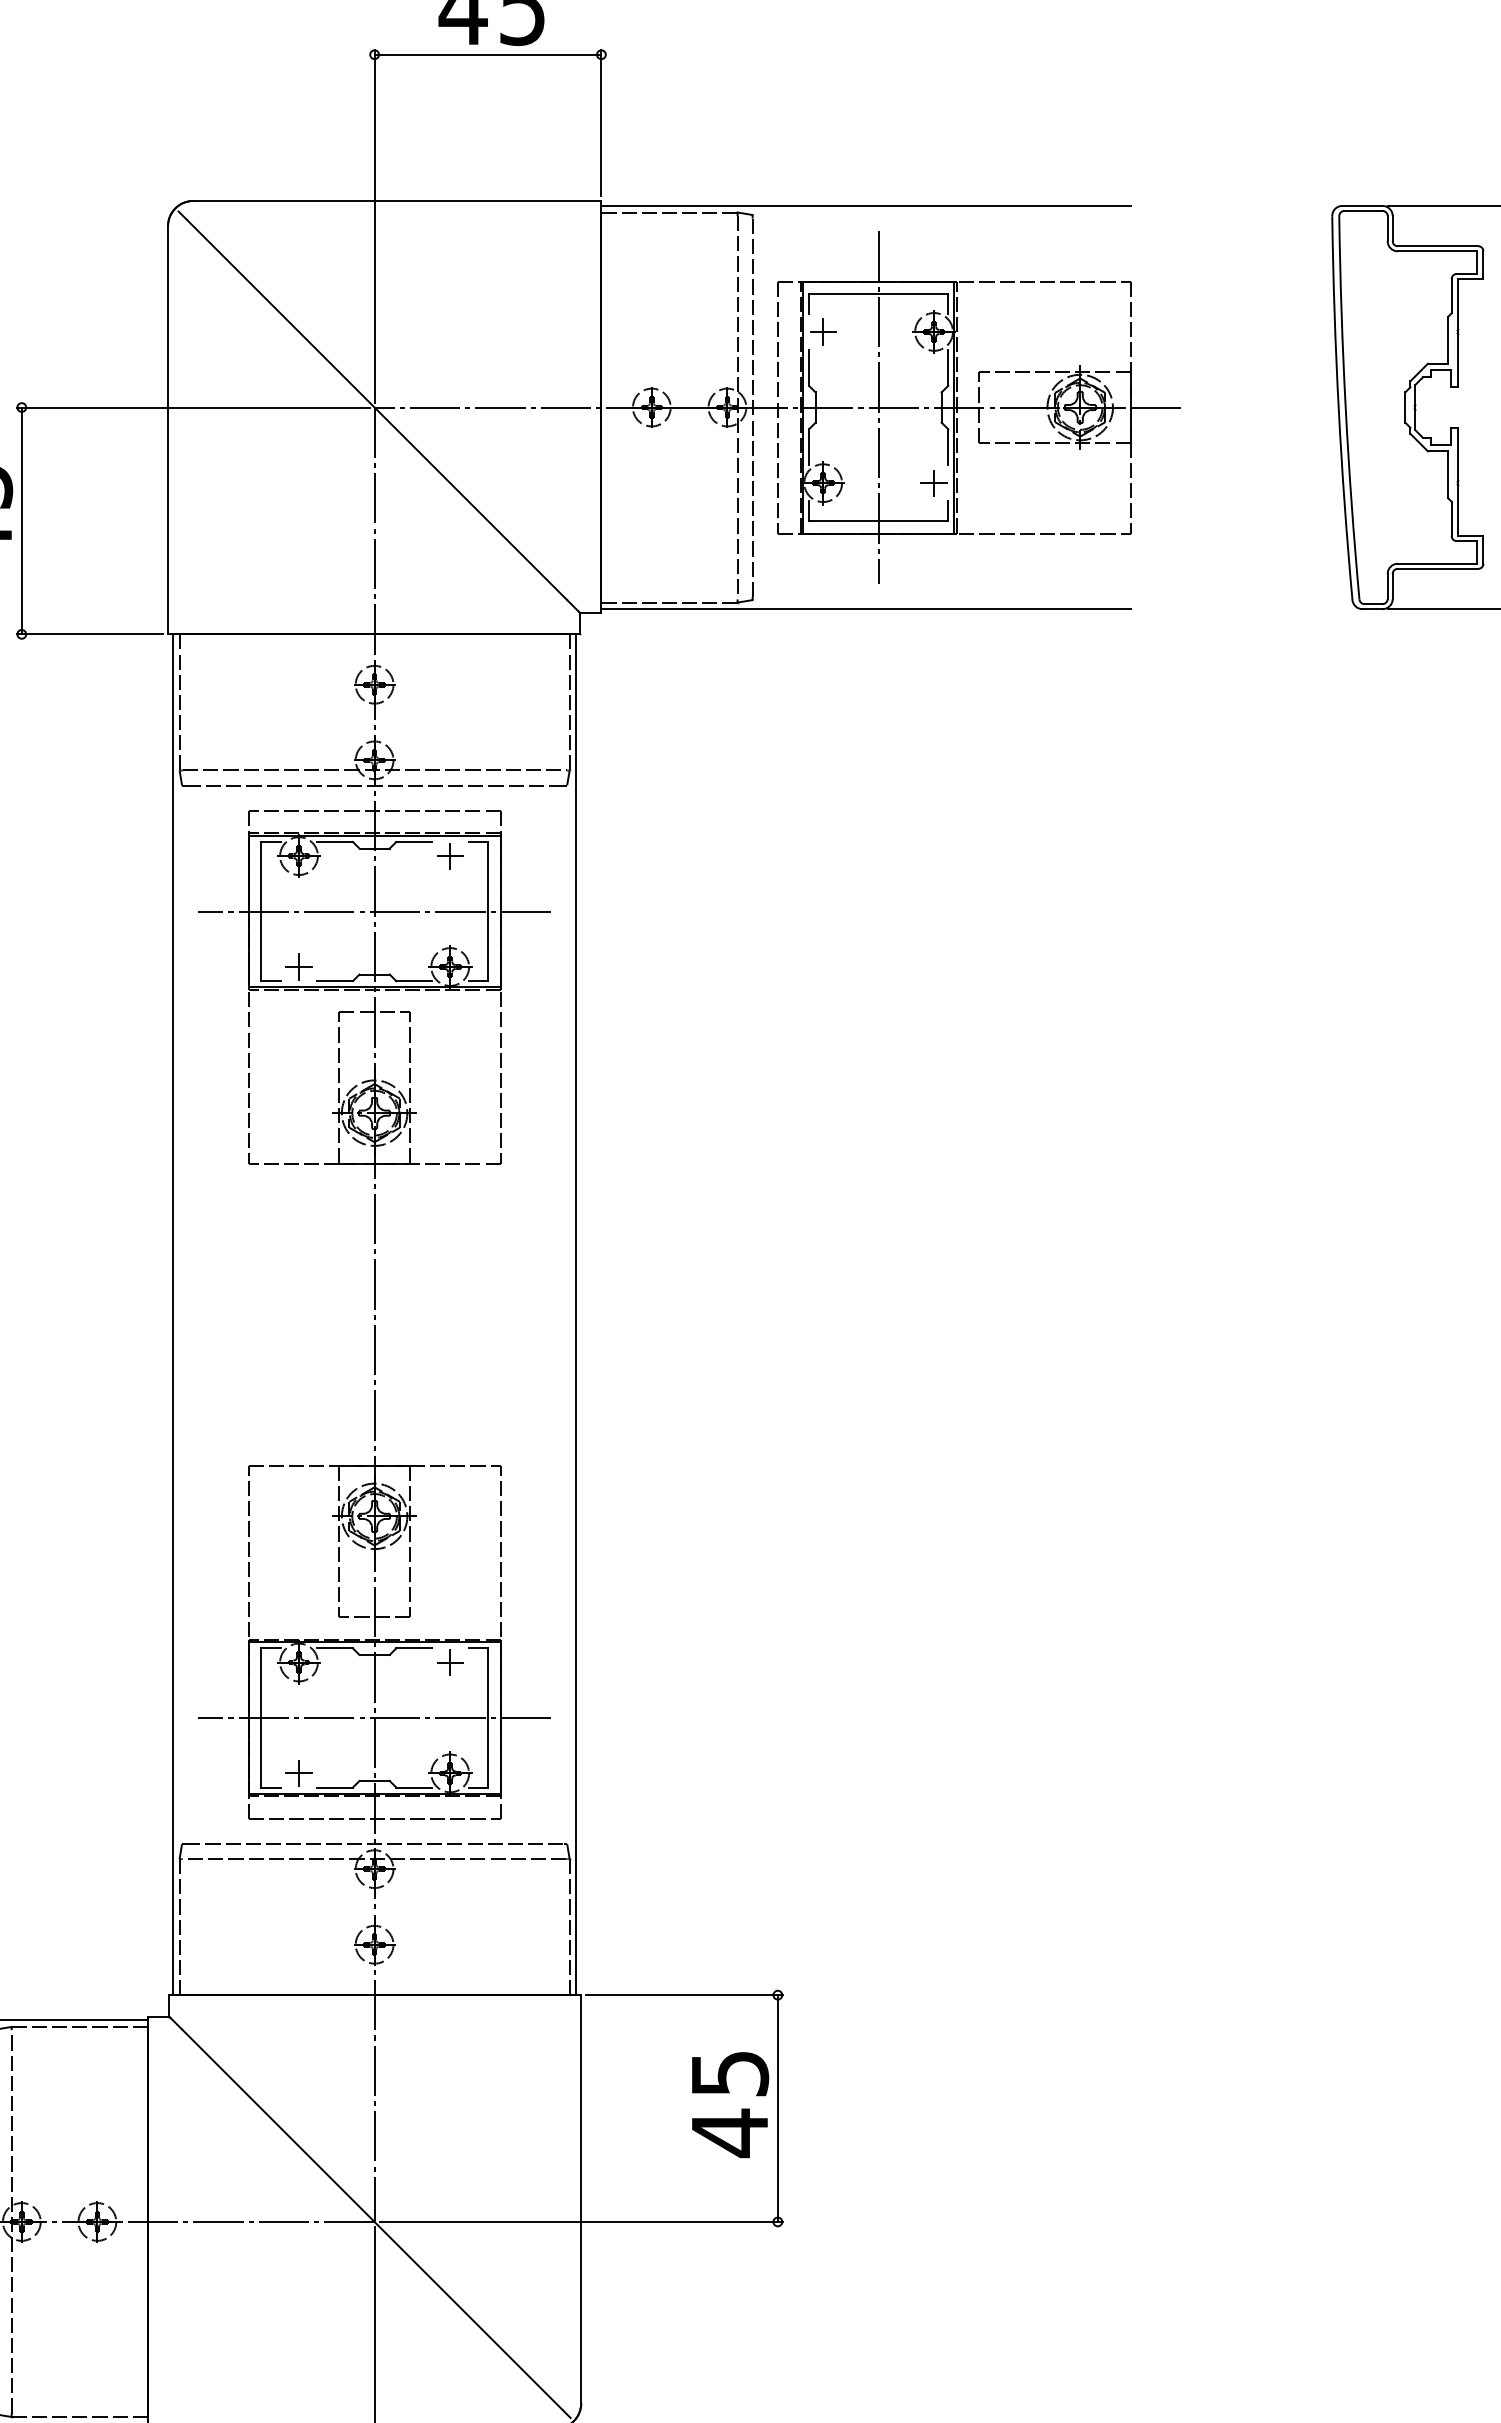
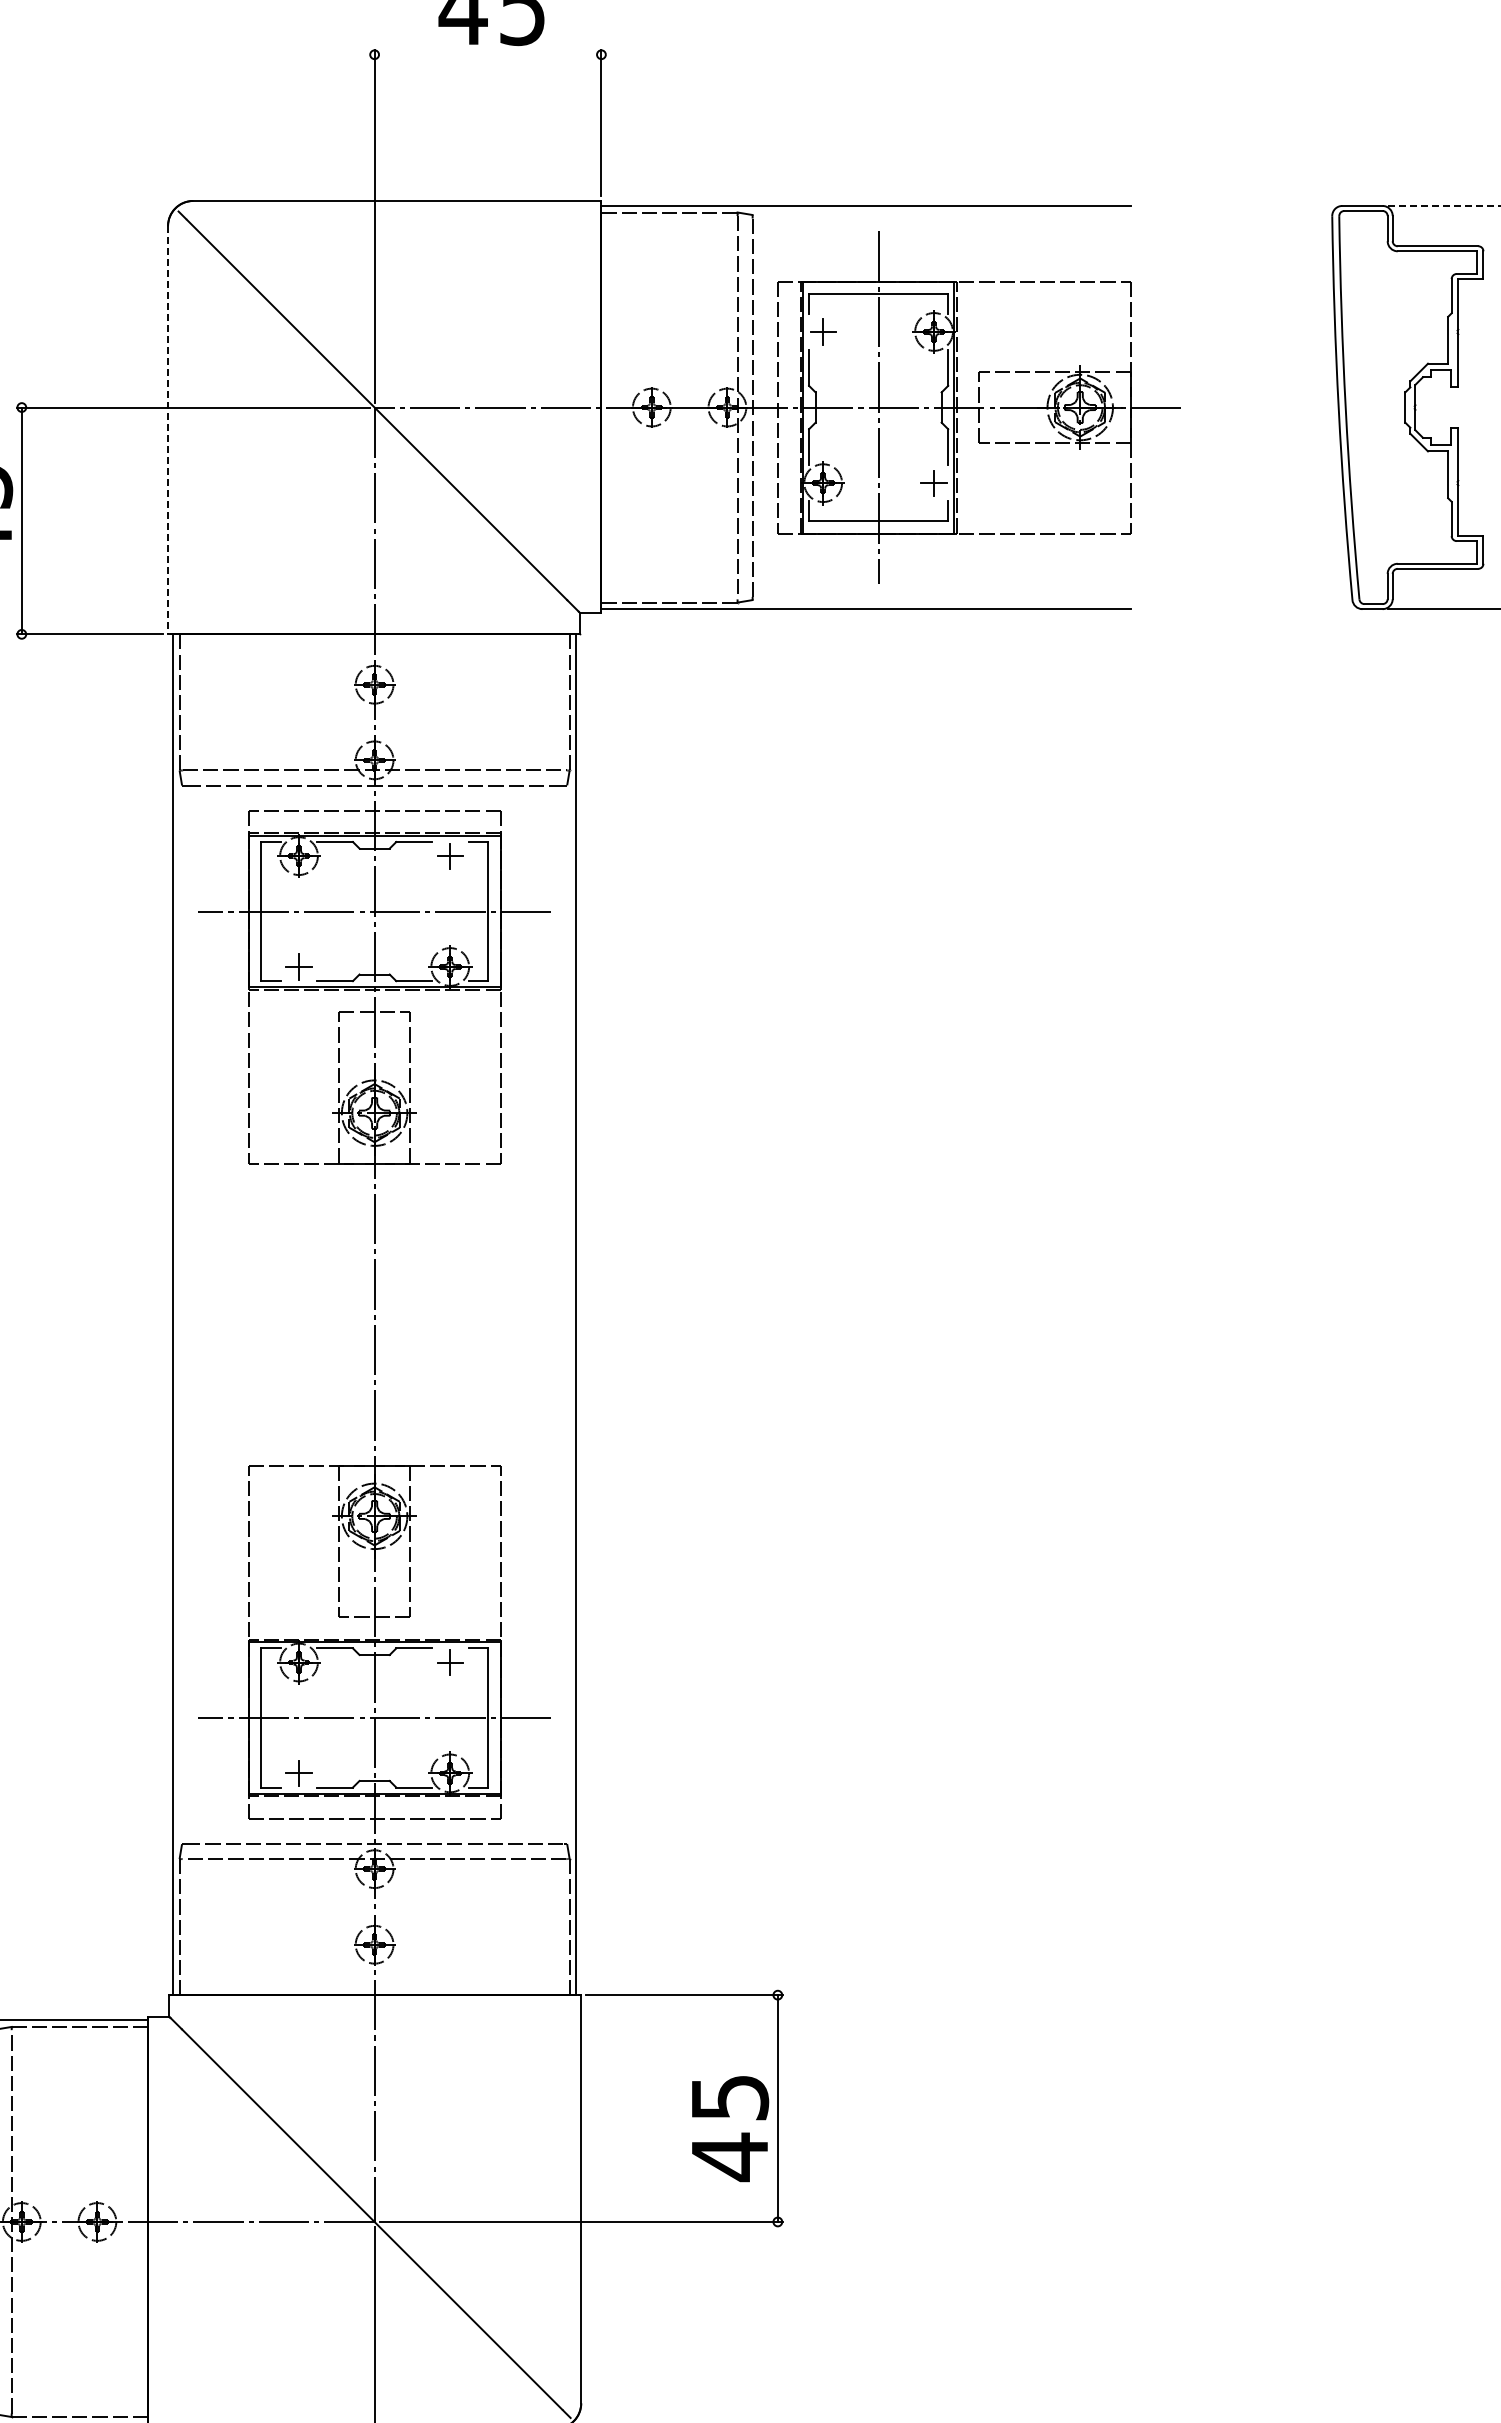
line at (487, 54): present -> none
line at (1444, 205): solid -> dashed
line at (168, 430): solid -> dashed
text at (730, 2105) position: (730, 2105) -> (730, 2129)
